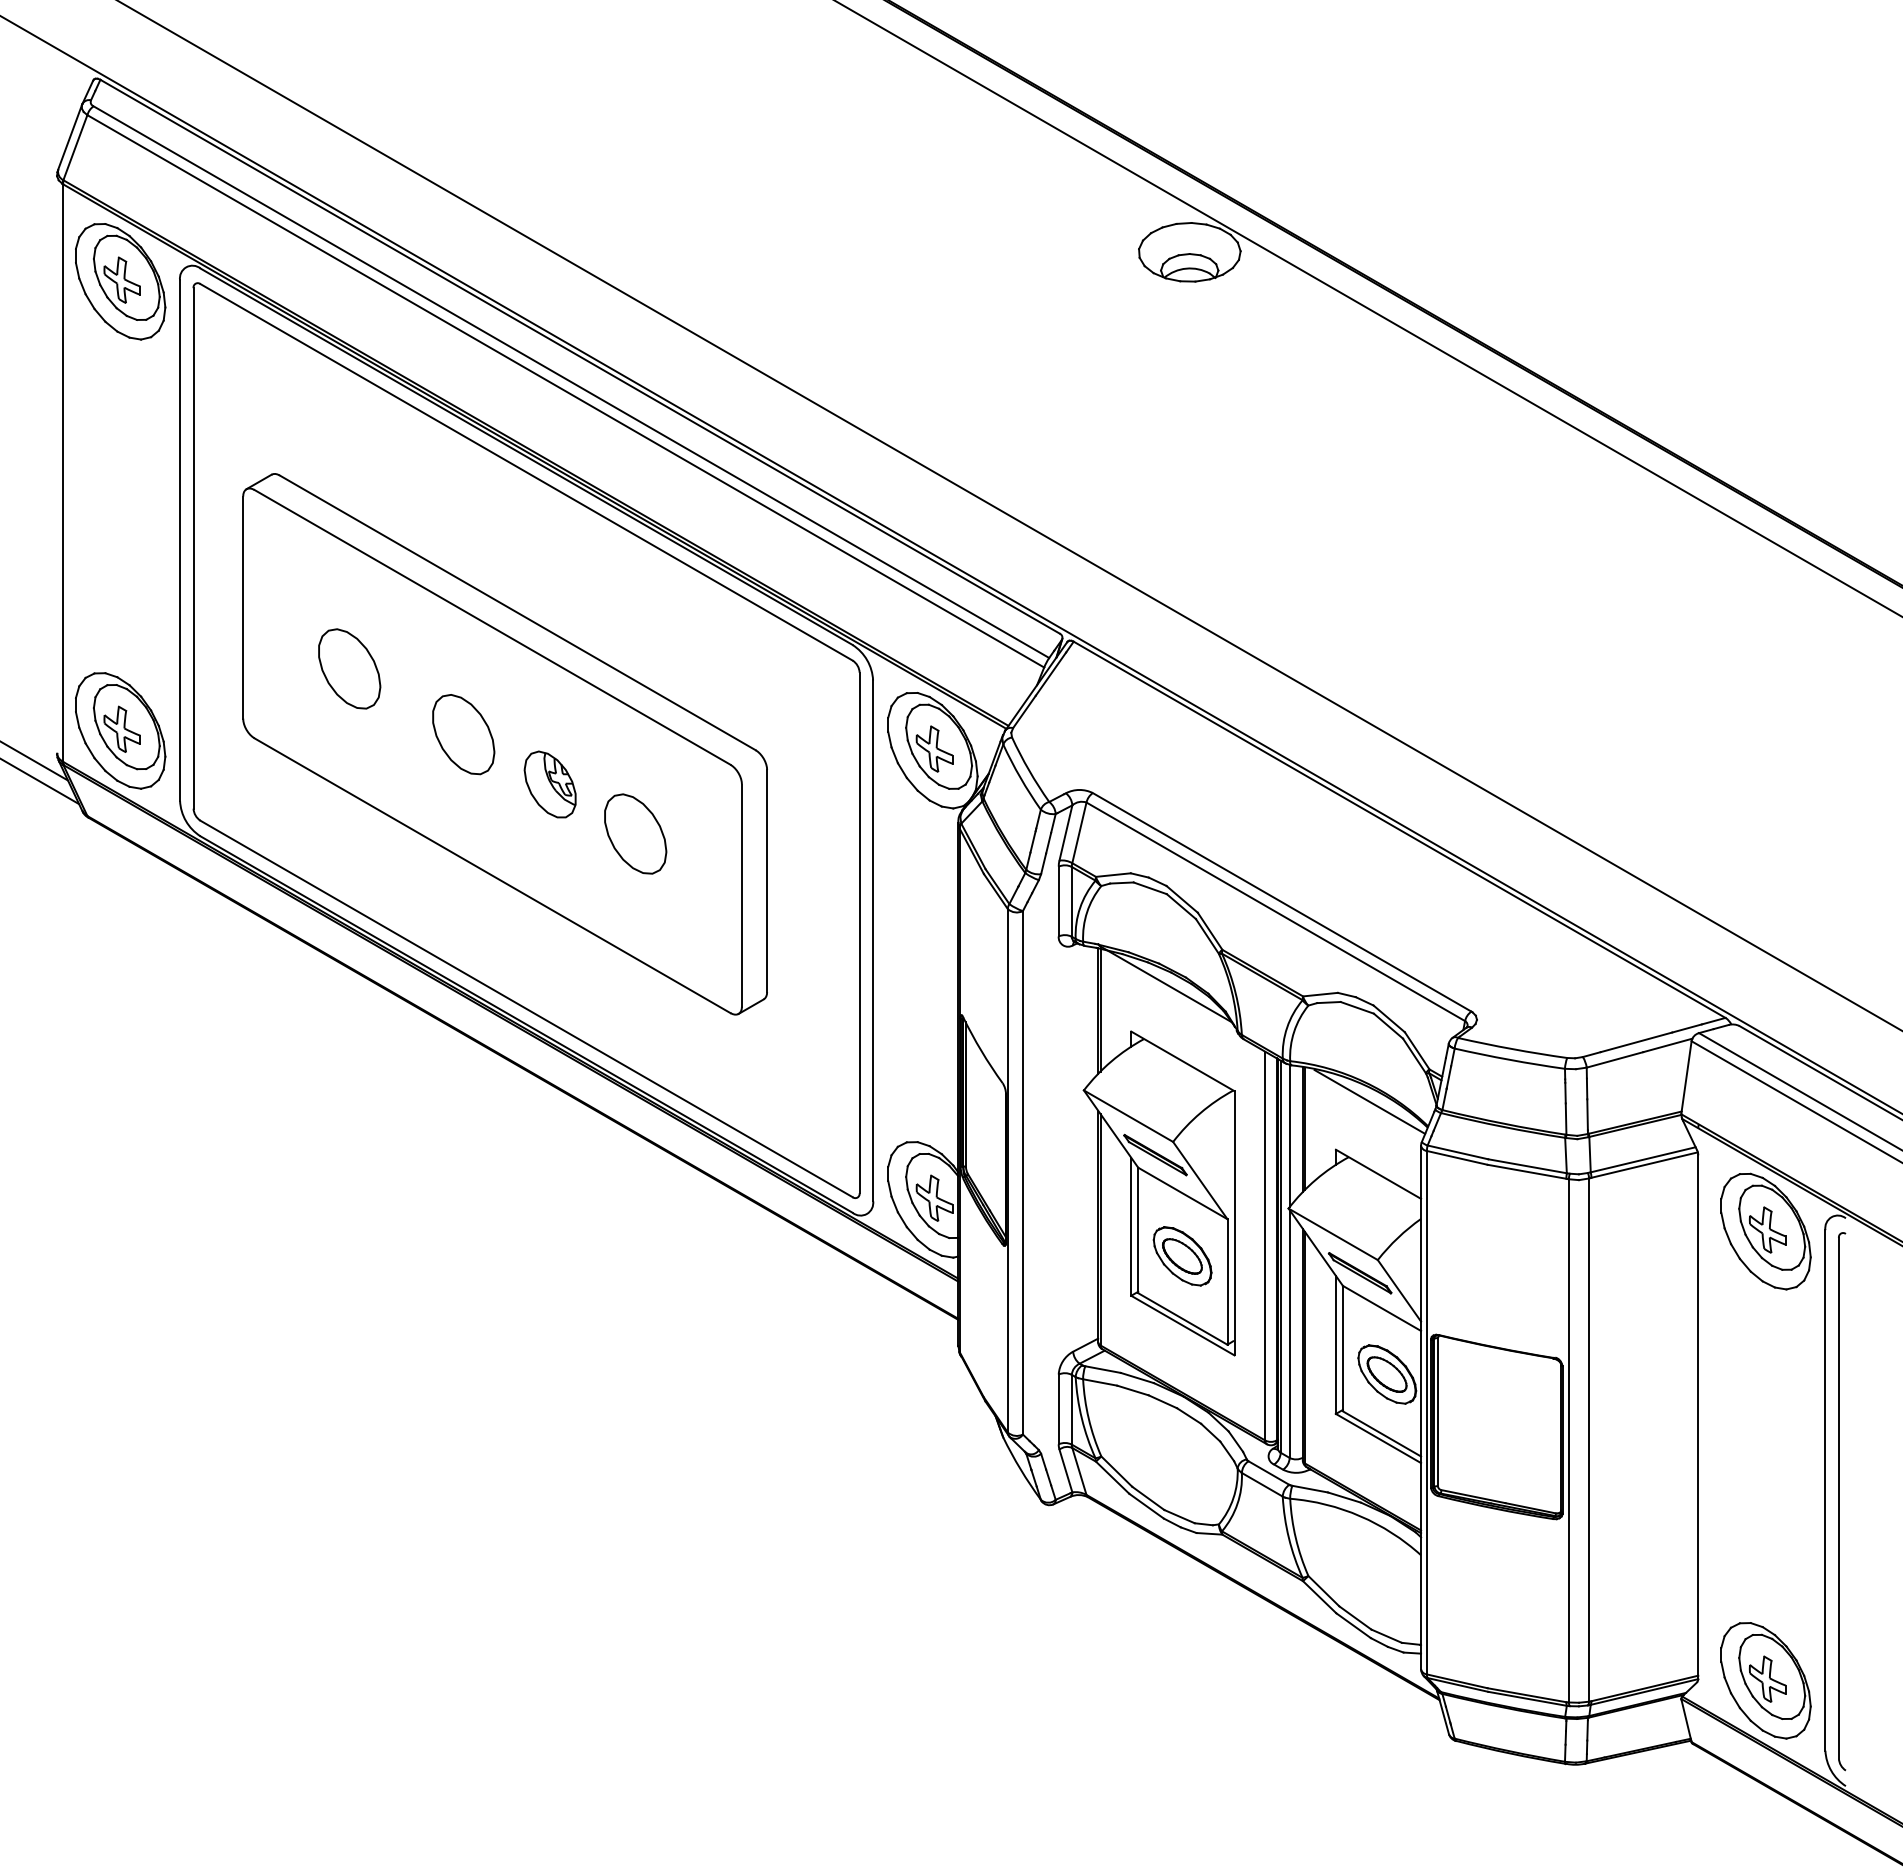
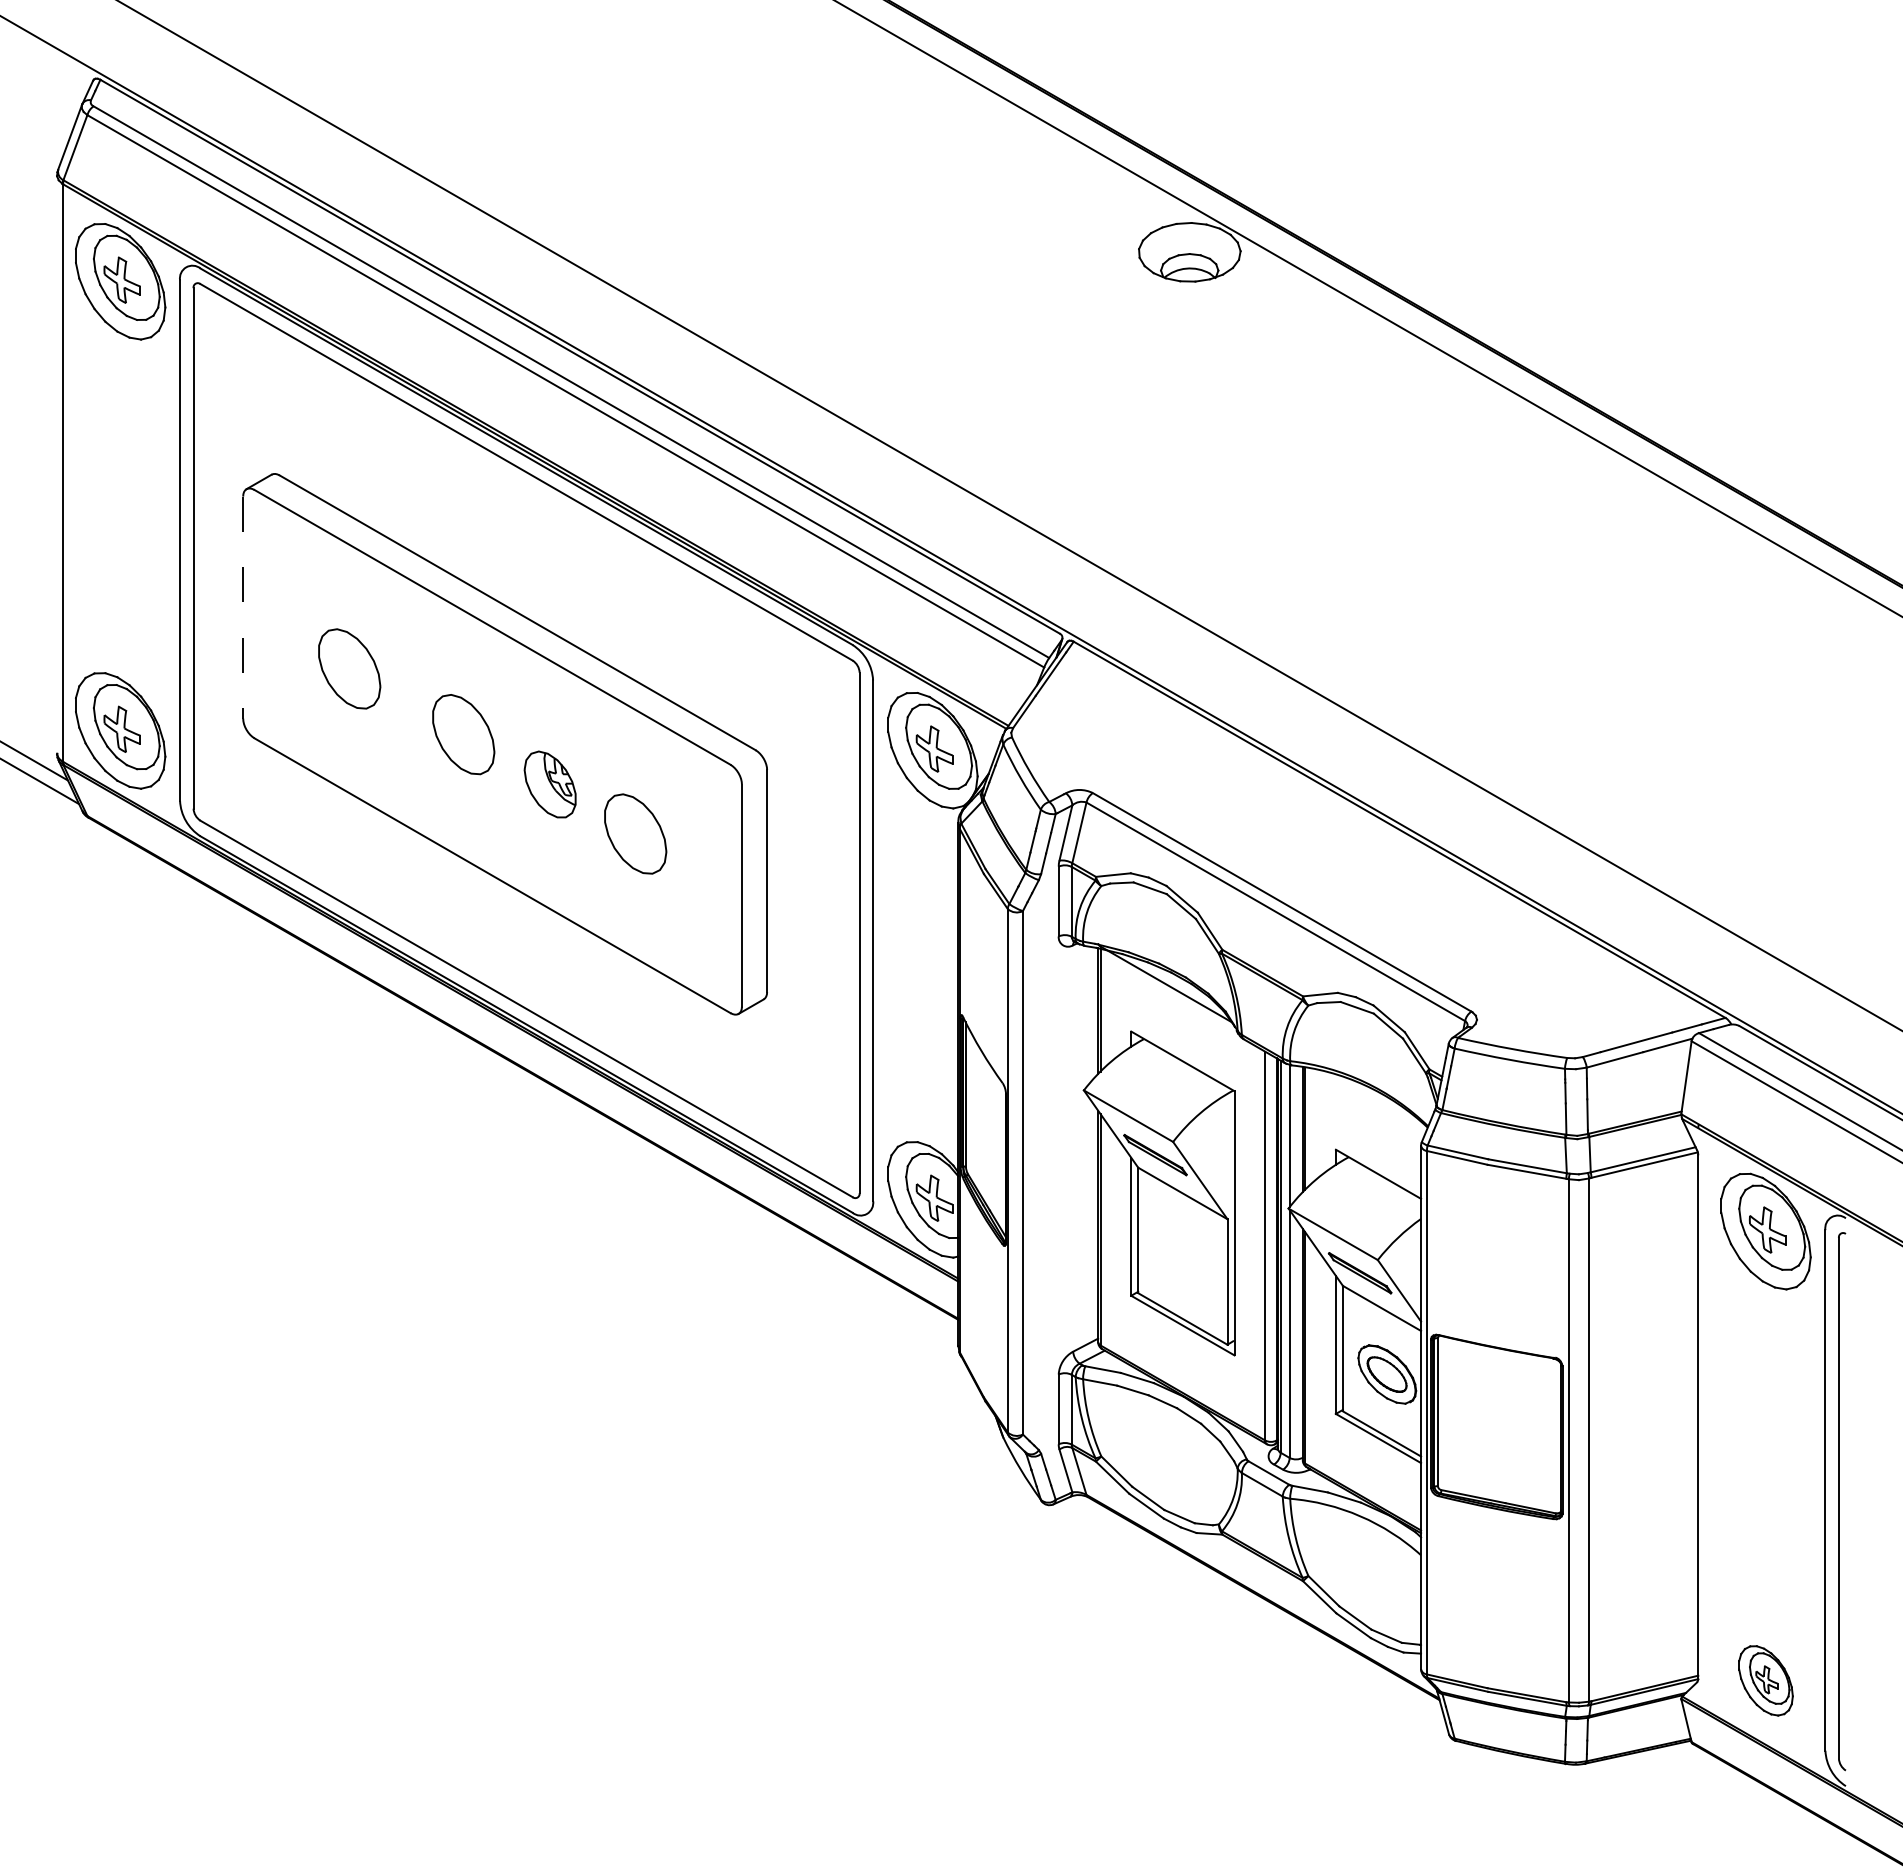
line at (243, 607): solid -> dashed
line at (1369, 1101): present -> none
part at (1182, 1256): present -> none
part at (1765, 1680) size: 92x118 px -> 56x72 px
